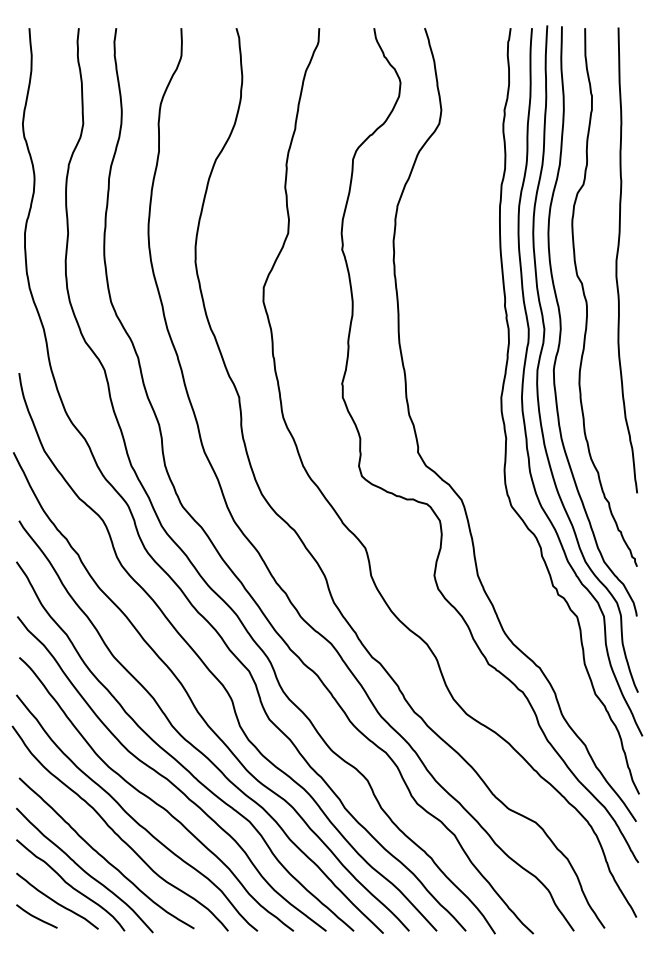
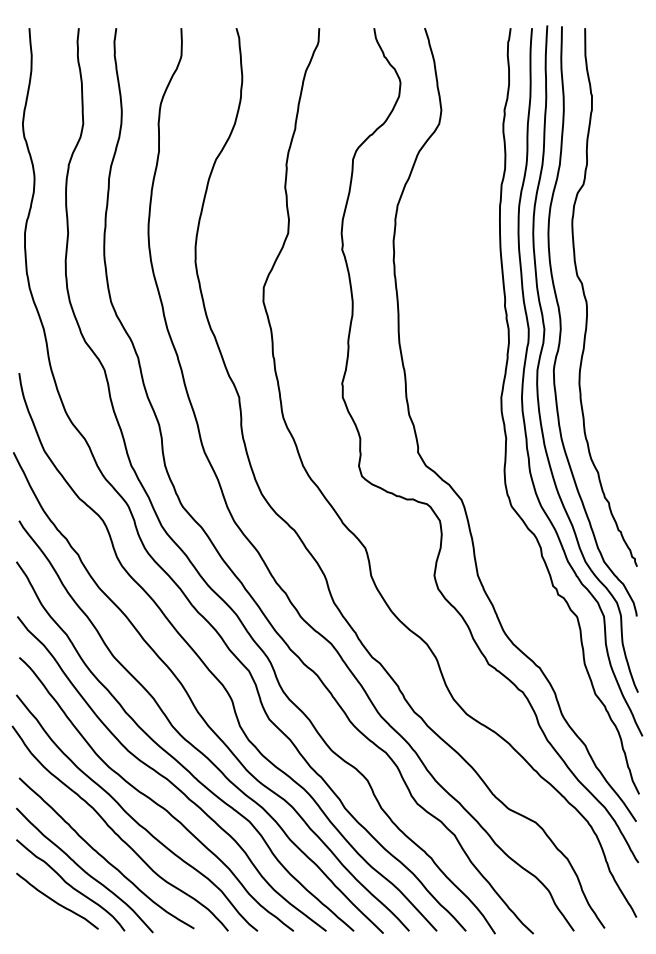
curve at (617, 260): present -> none
curve at (36, 916): present -> none
